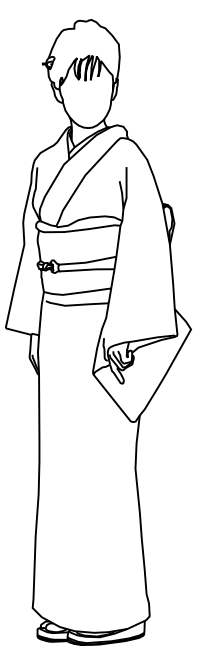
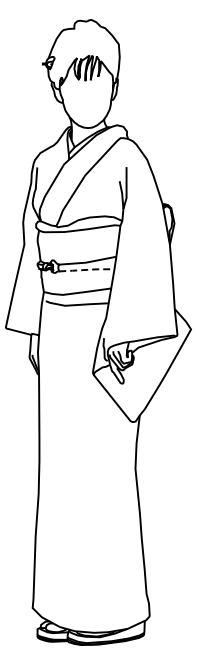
line at (87, 269): solid -> dashed
